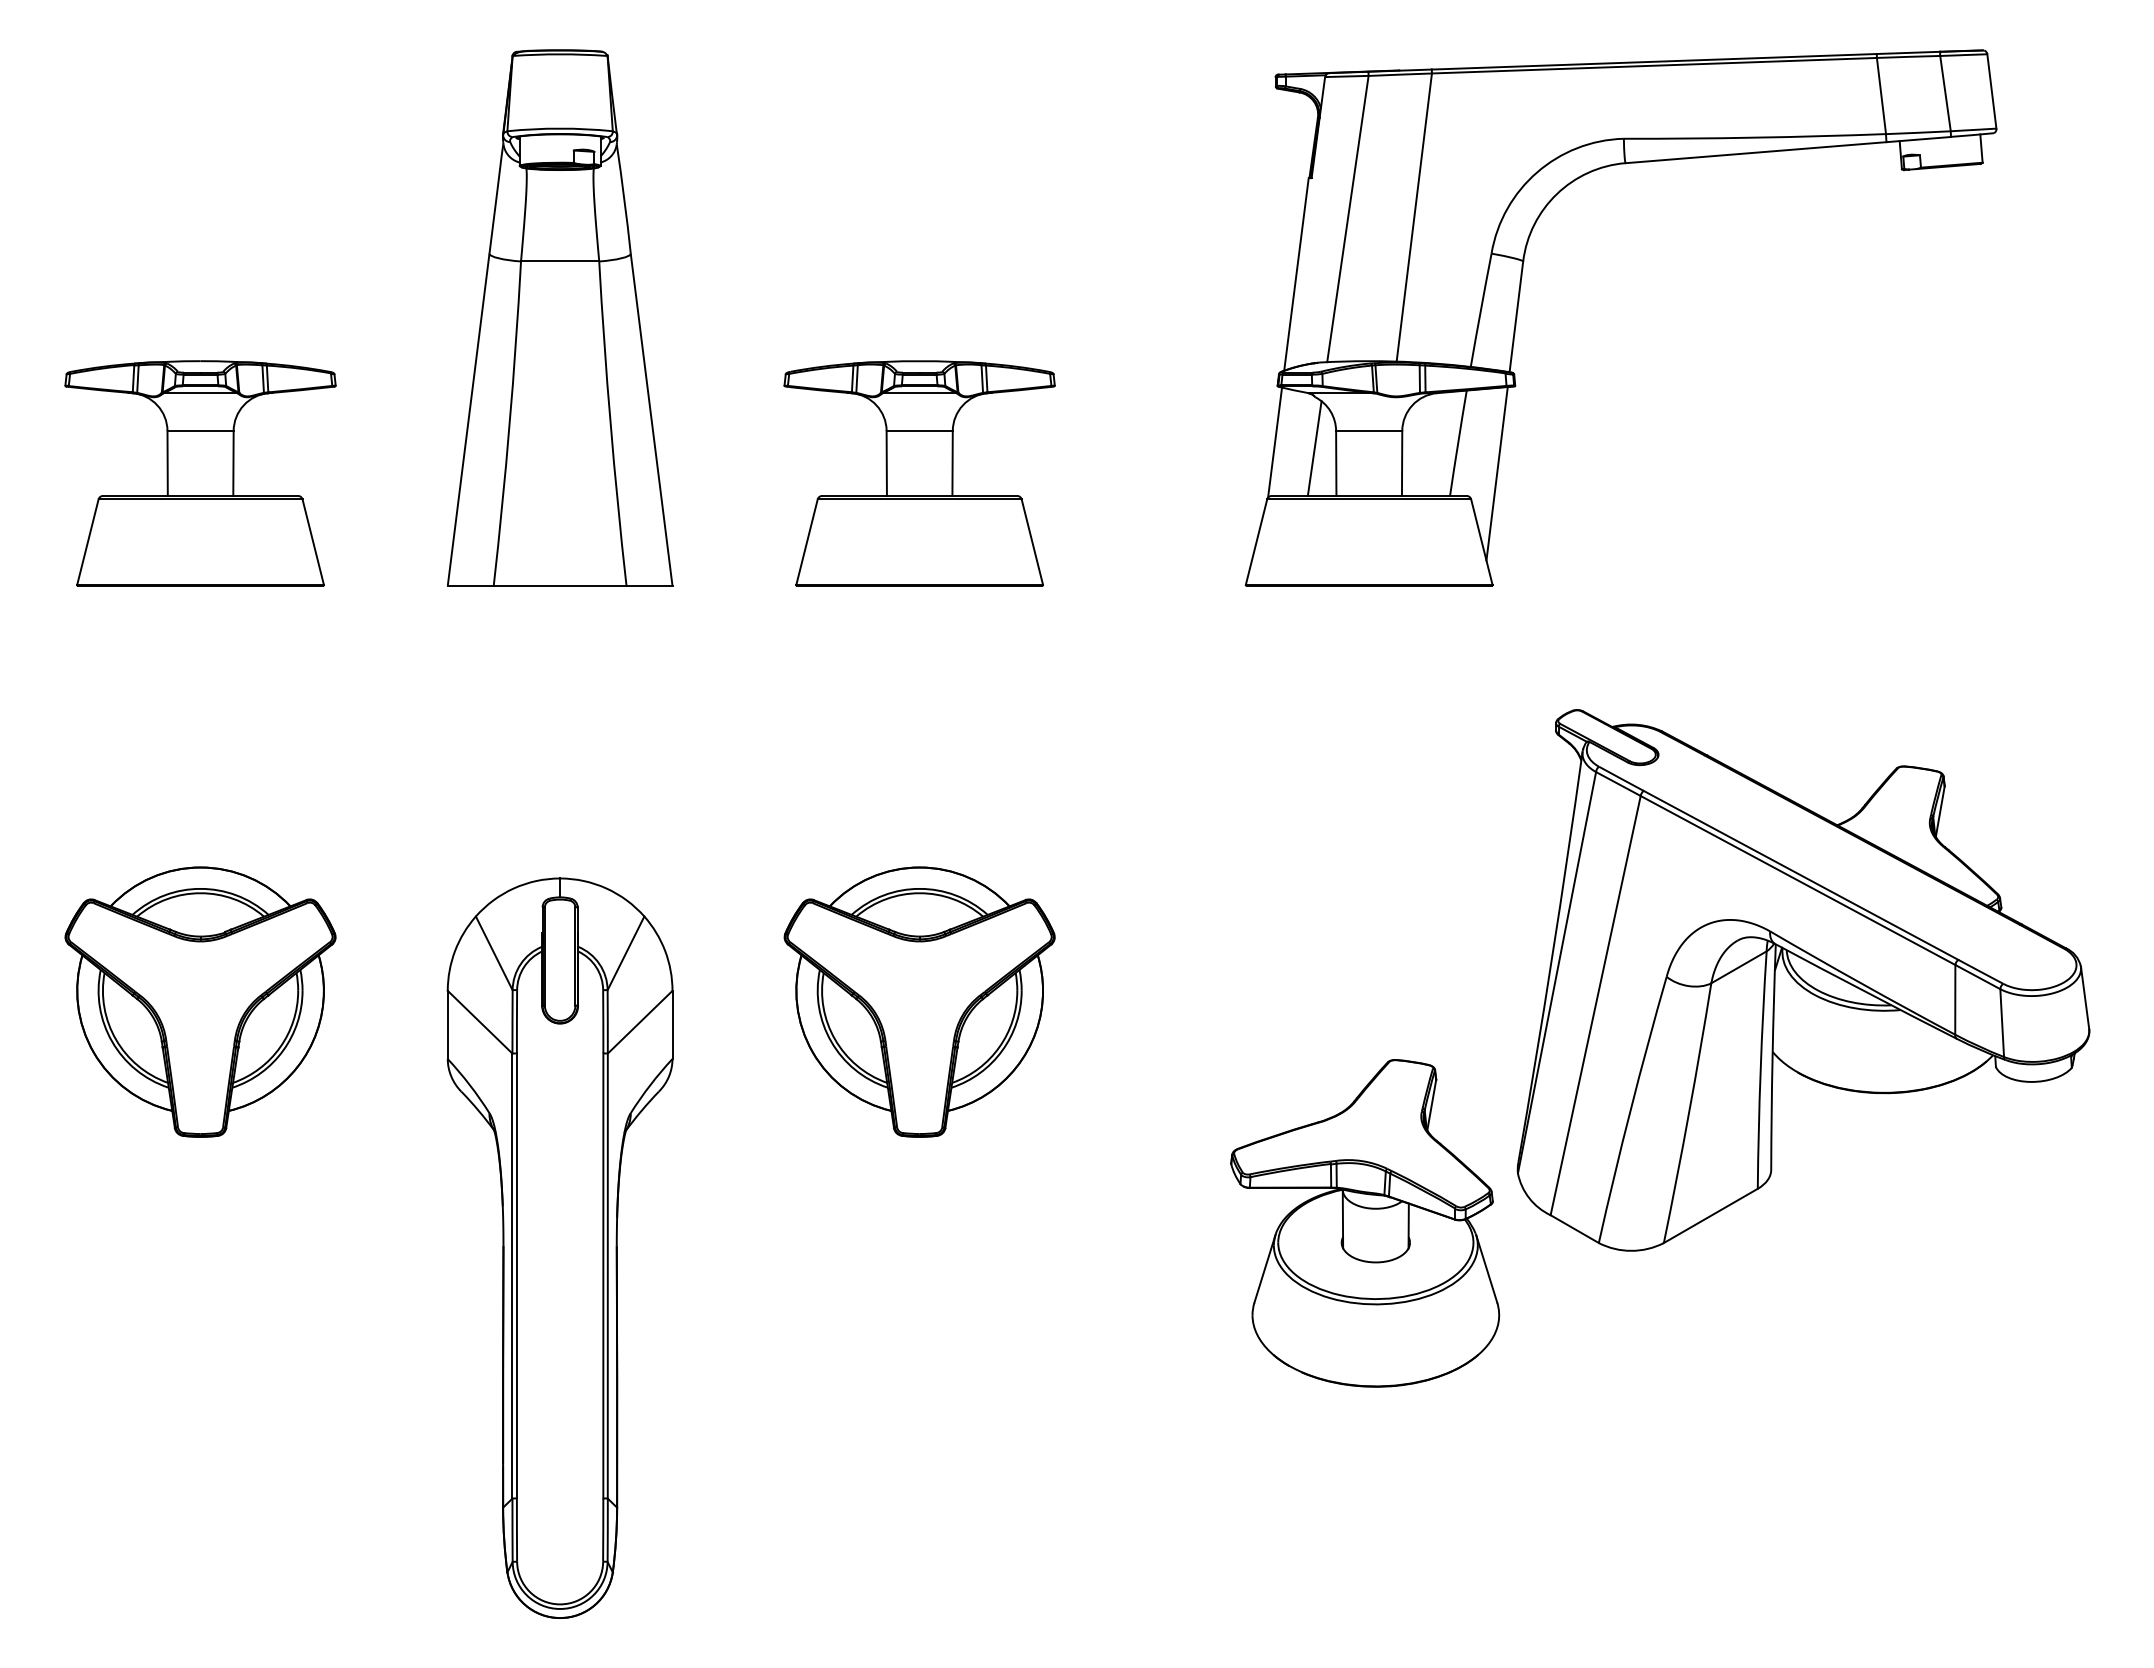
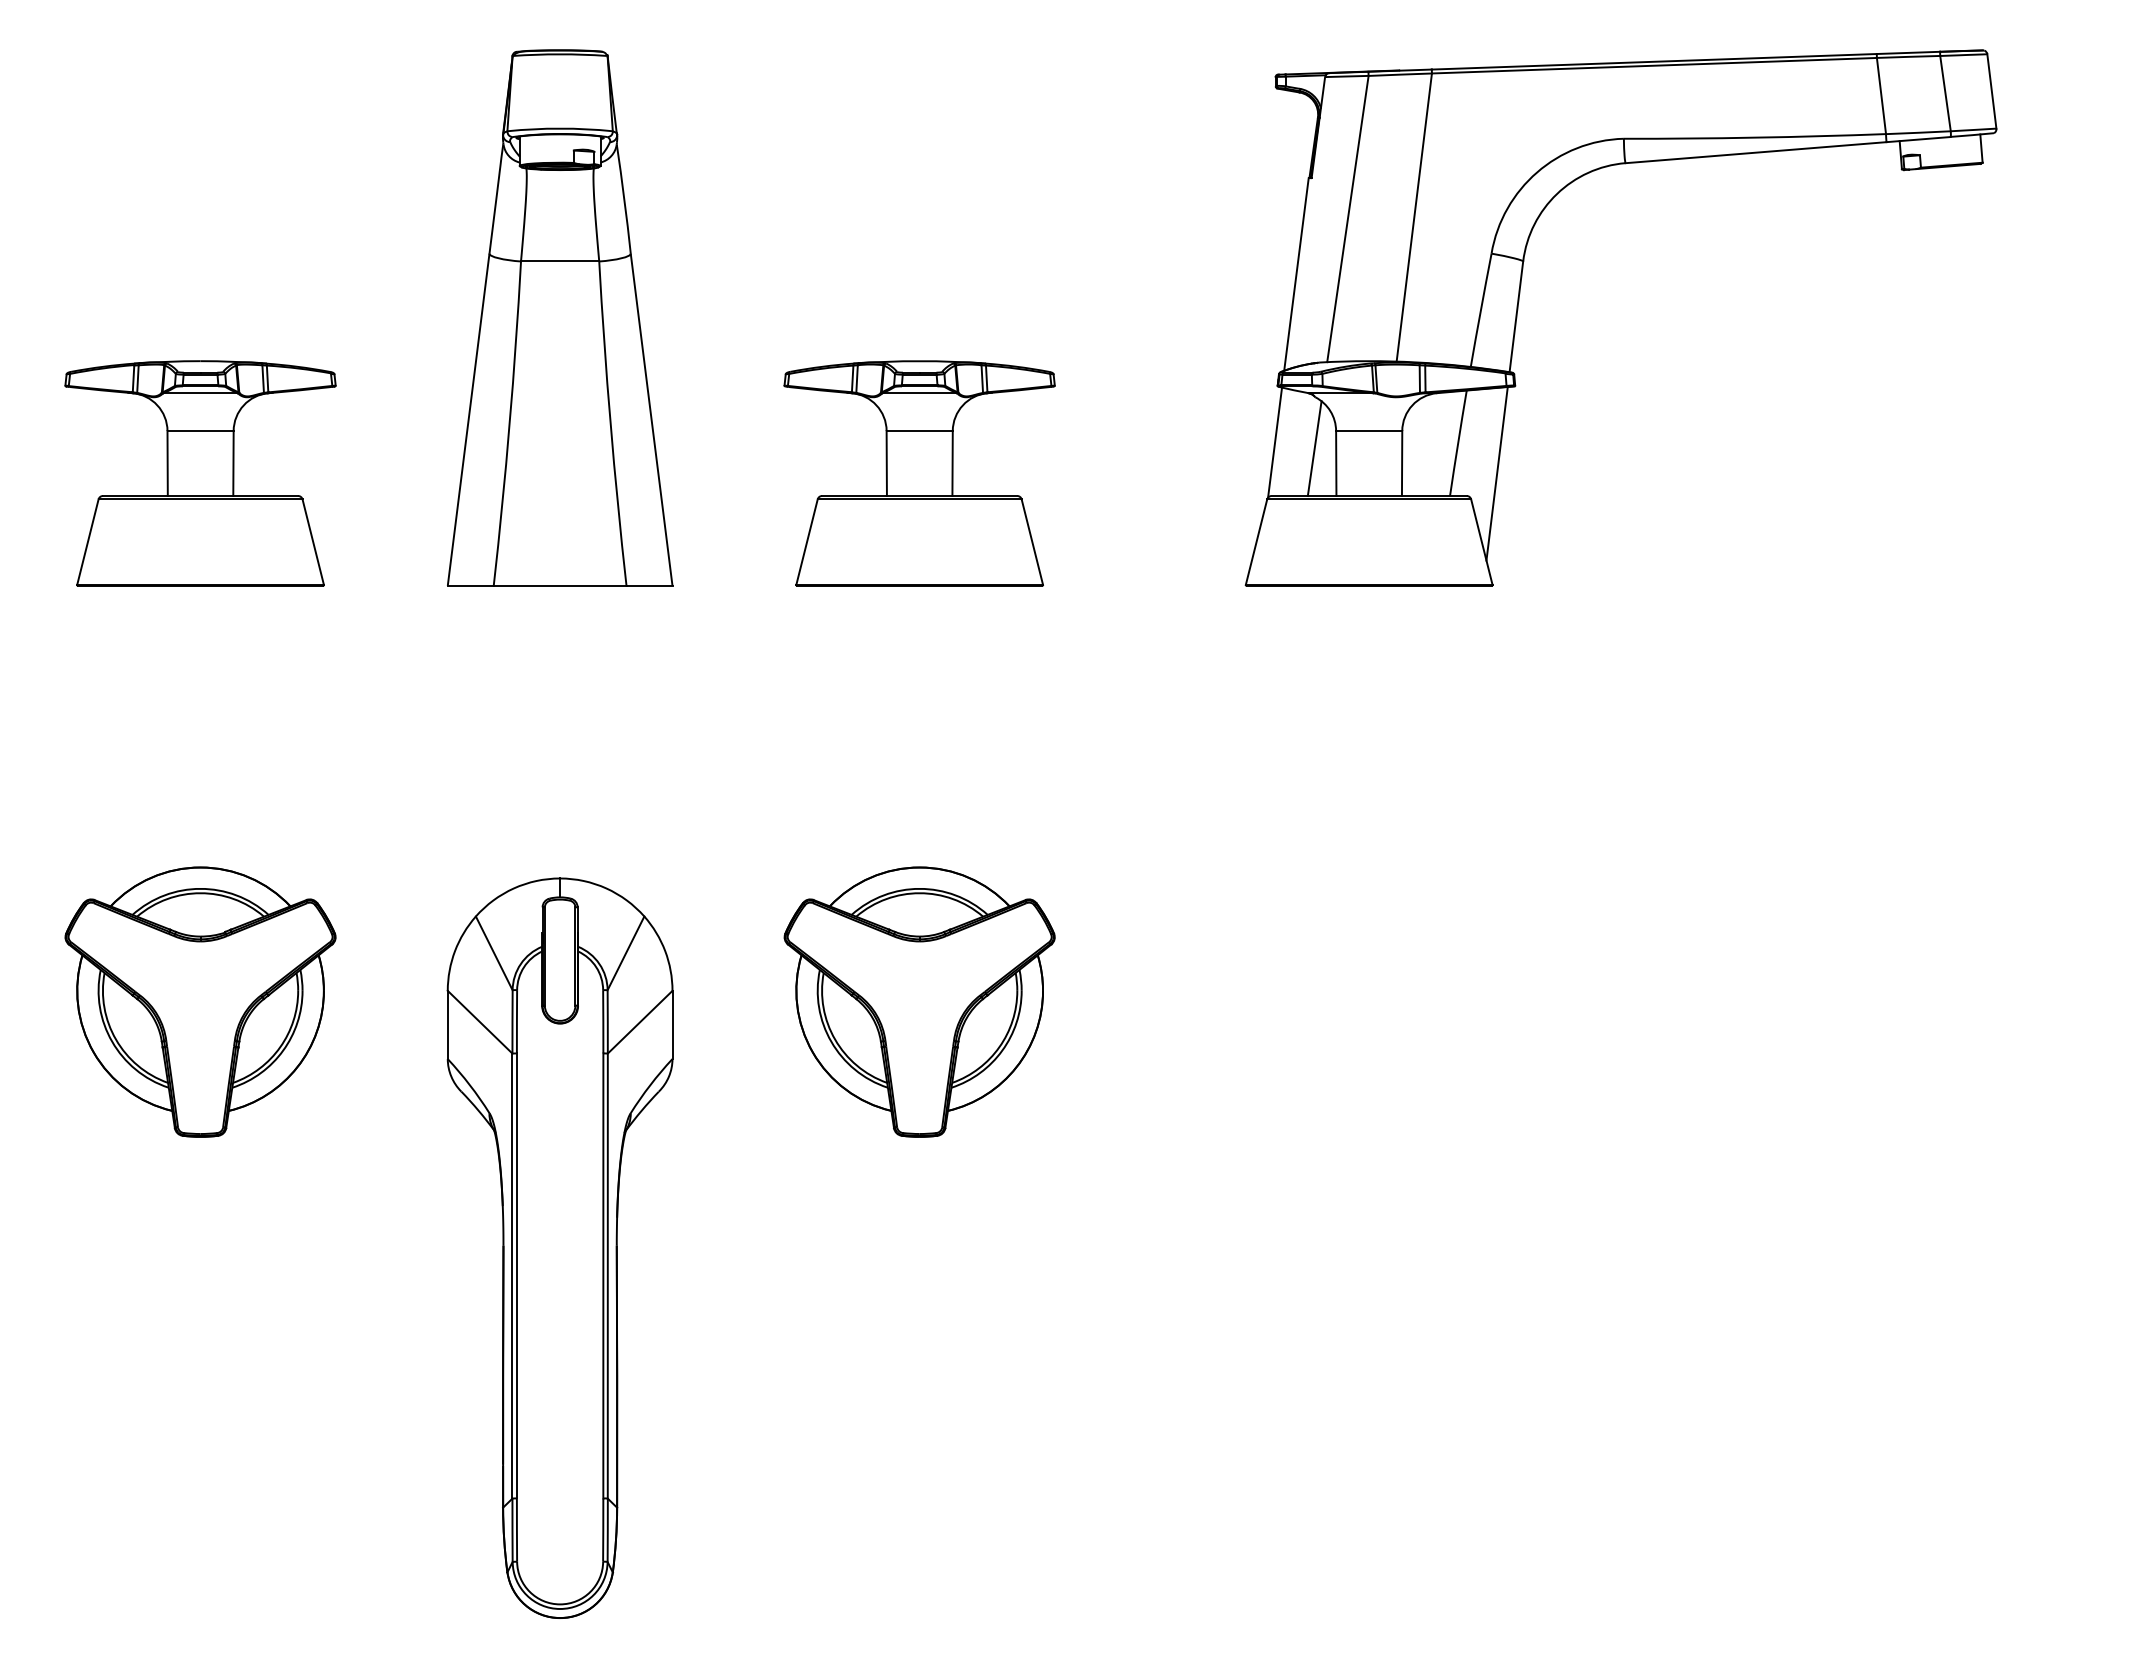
part at (1660, 1048): present -> none
